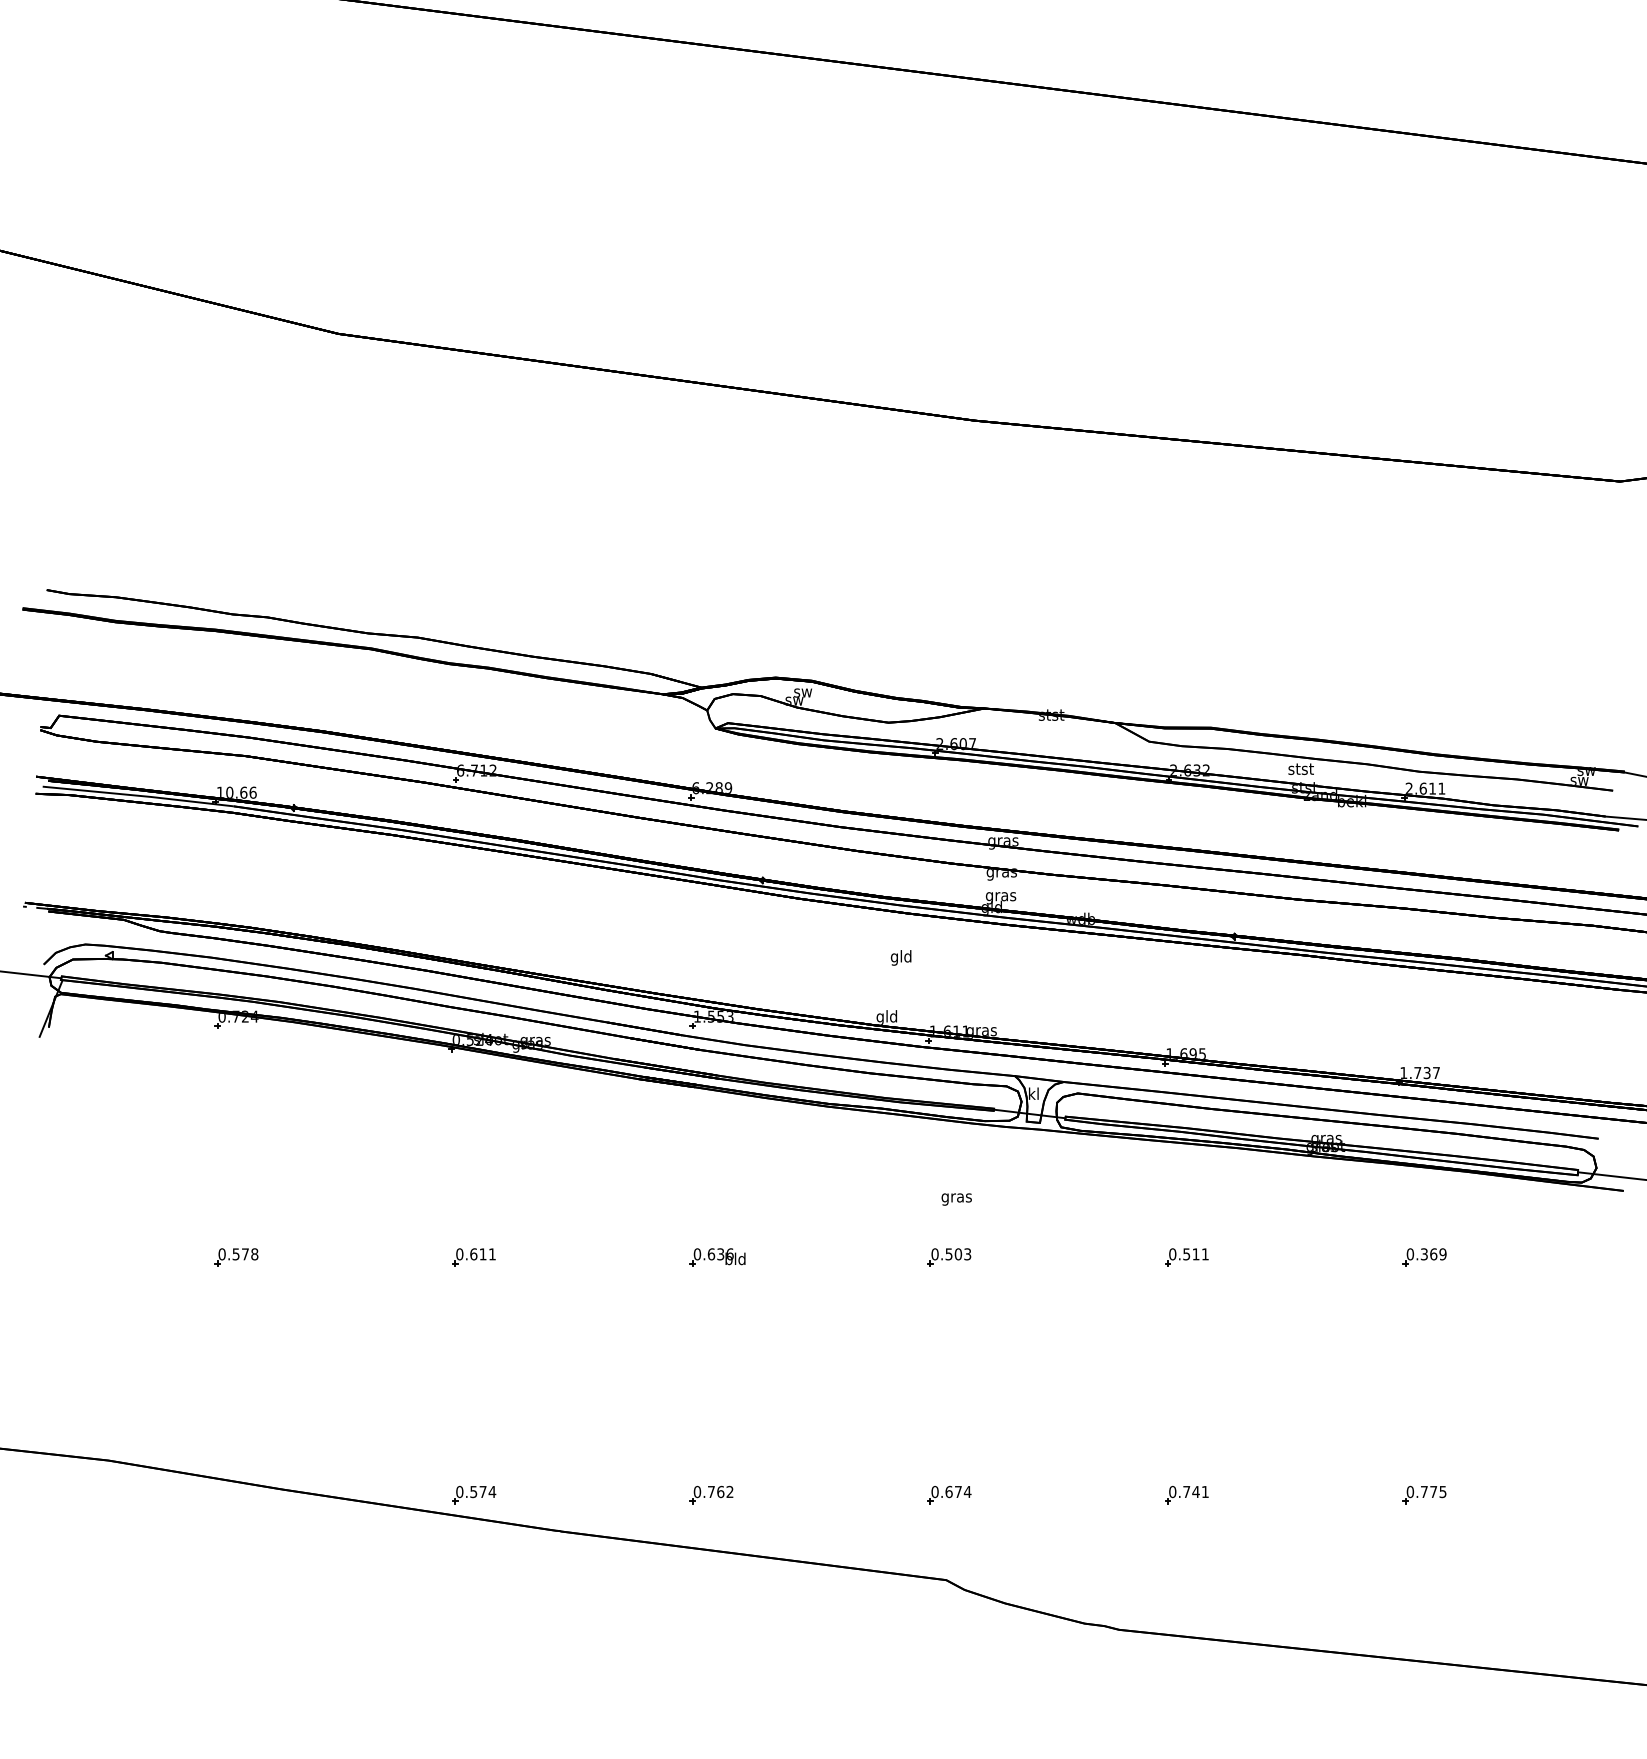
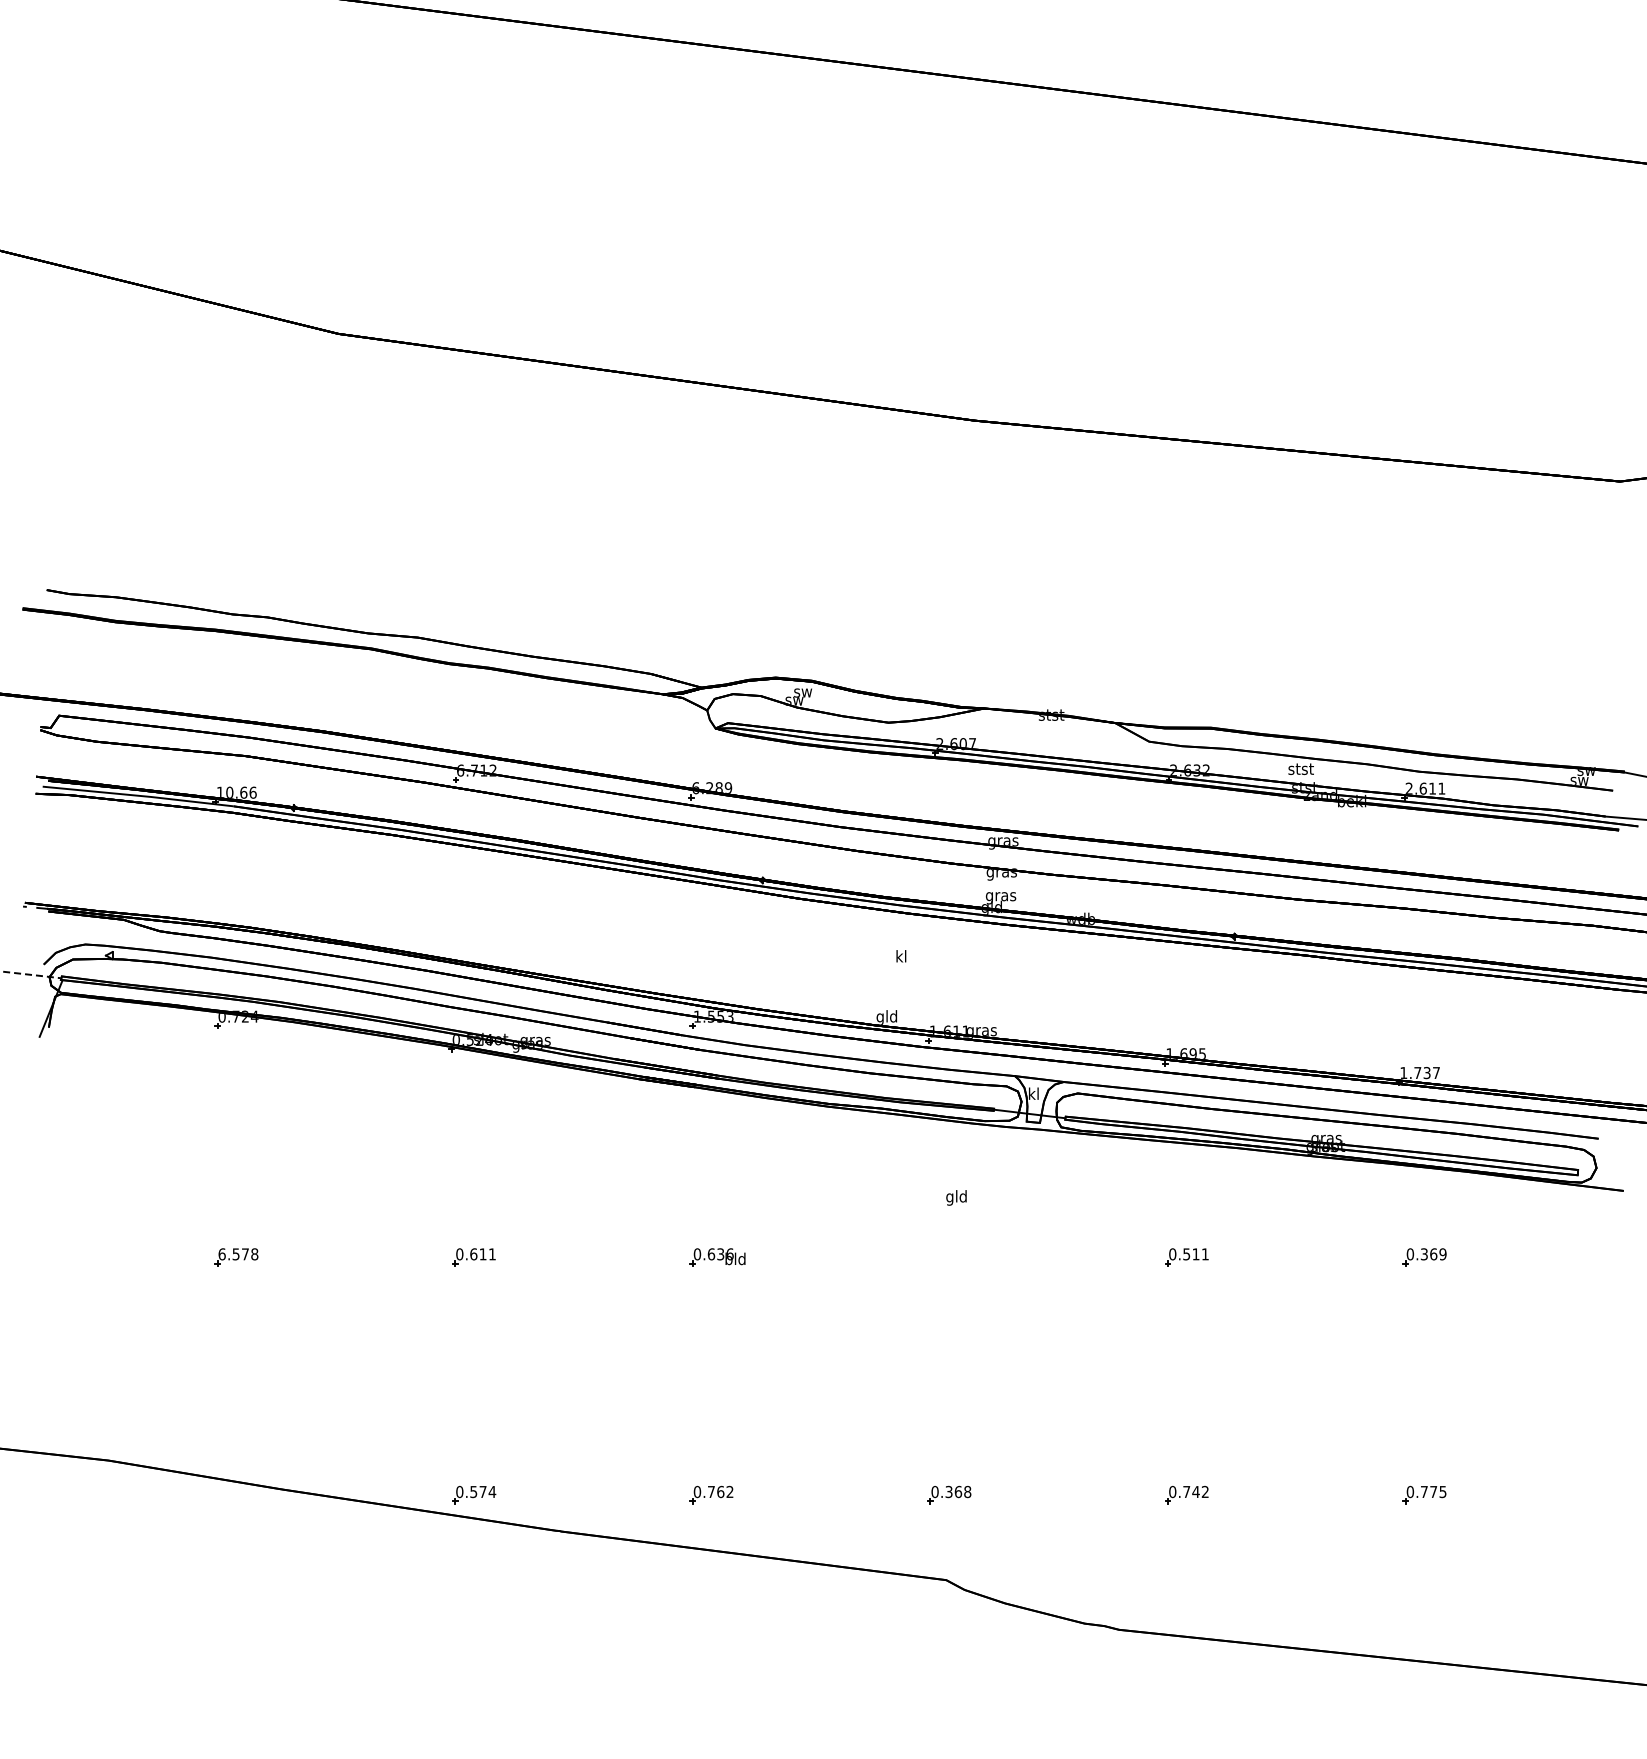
text at (900, 957): gld -> kl
line at (30, 974): solid -> dashed
line at (1610, 1175): present -> none
text at (956, 1197): gras -> gld
text at (221, 1254): 0.578 -> 6.578
part at (949, 1257): present -> none
text at (958, 1491): 0.674 -> 0.368
text at (1204, 1491): 0.741 -> 0.742
